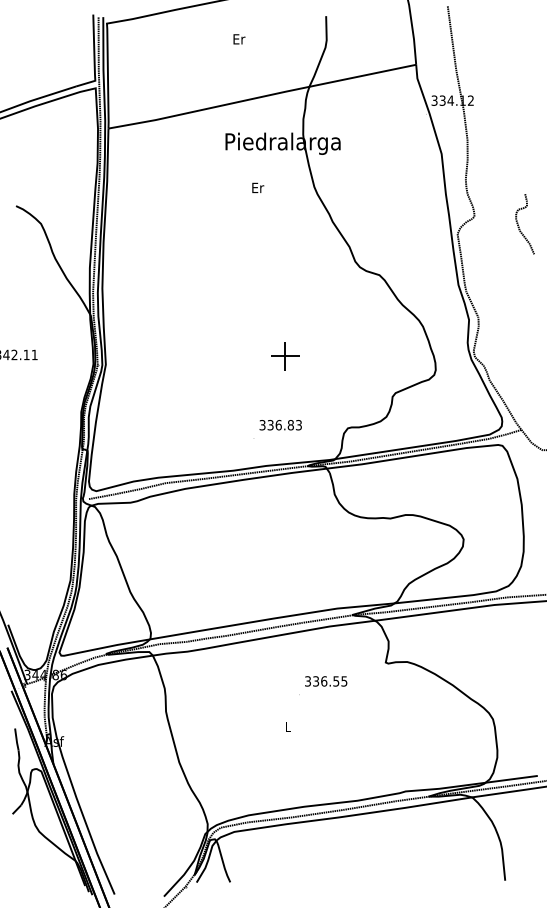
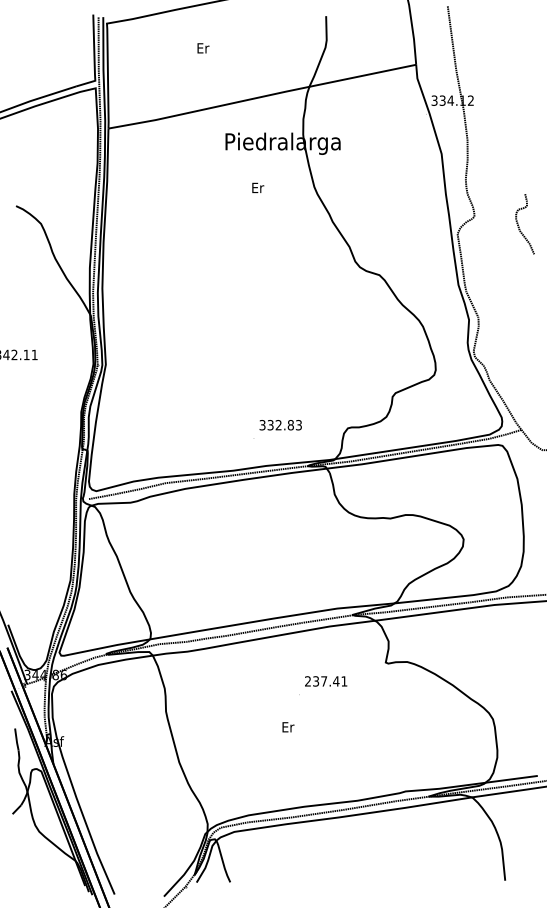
text at (239, 39) position: (239, 39) -> (203, 48)
part at (285, 356): present -> none
text at (278, 424): 336.83 -> 332.83
text at (326, 681): 336.55 -> 237.41
text at (288, 727): L -> Er
